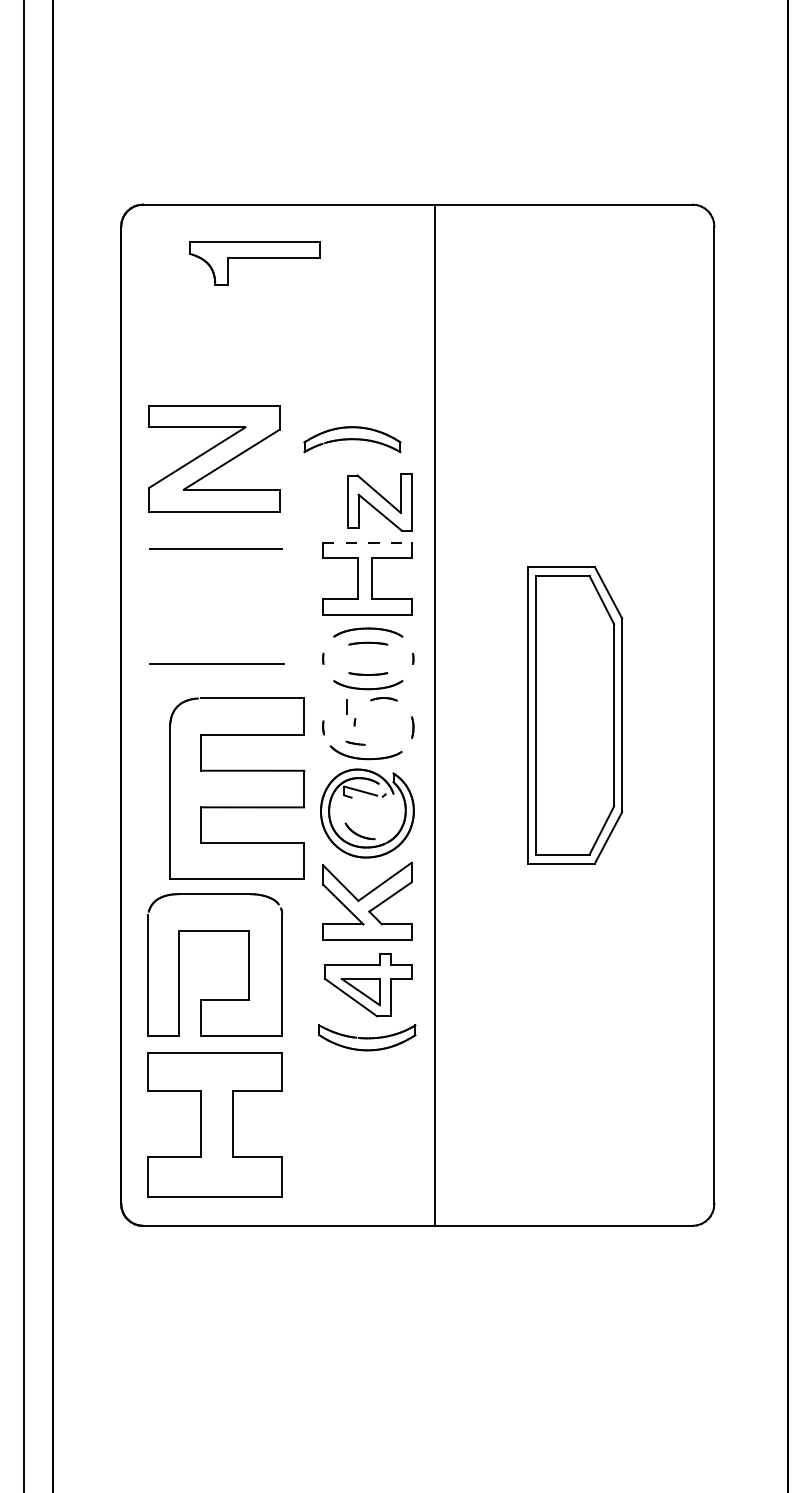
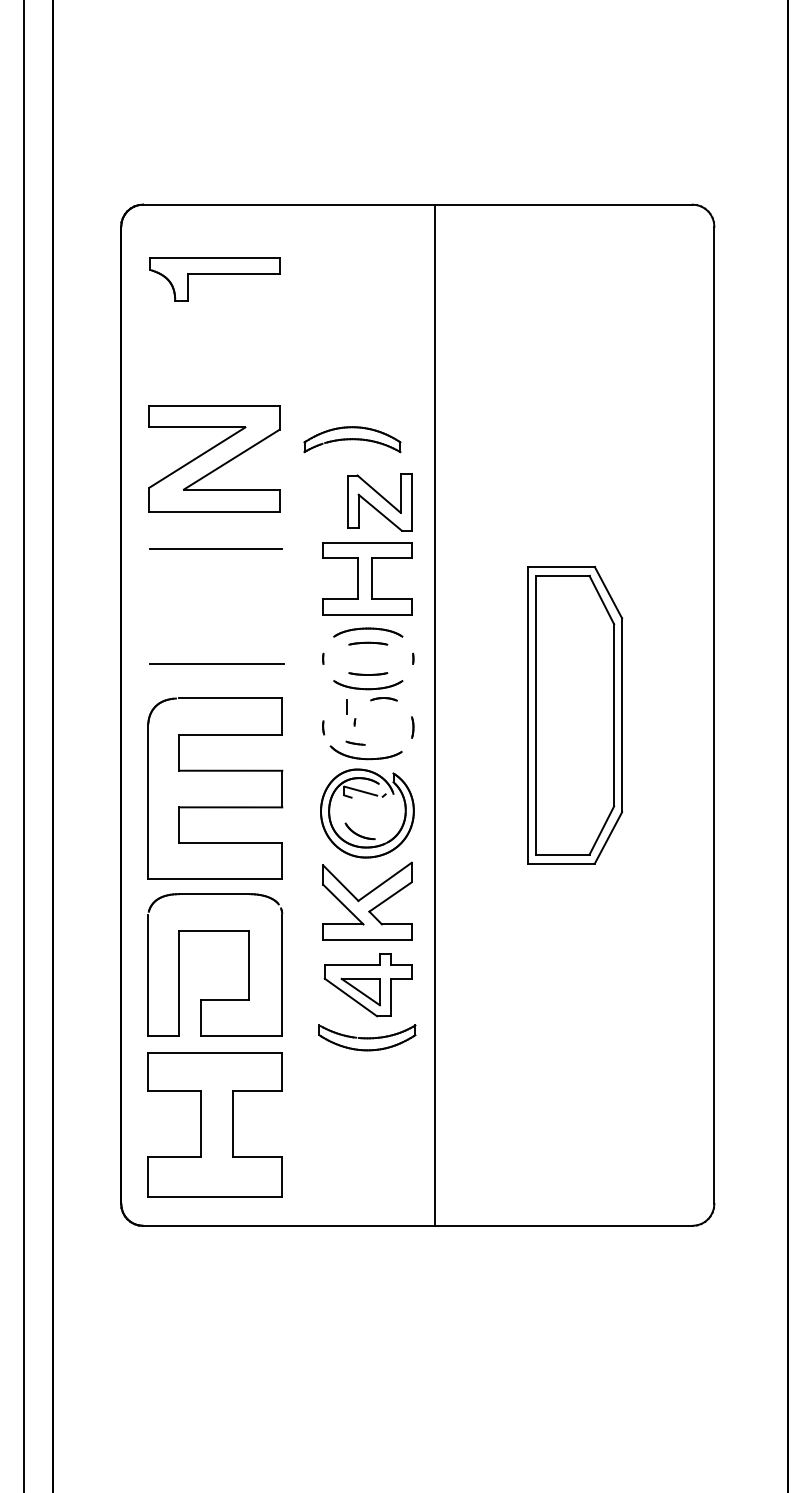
part at (254, 263) position: (254, 263) -> (214, 279)
line at (367, 542): dashed -> solid
part at (237, 771) position: (237, 771) -> (215, 771)
